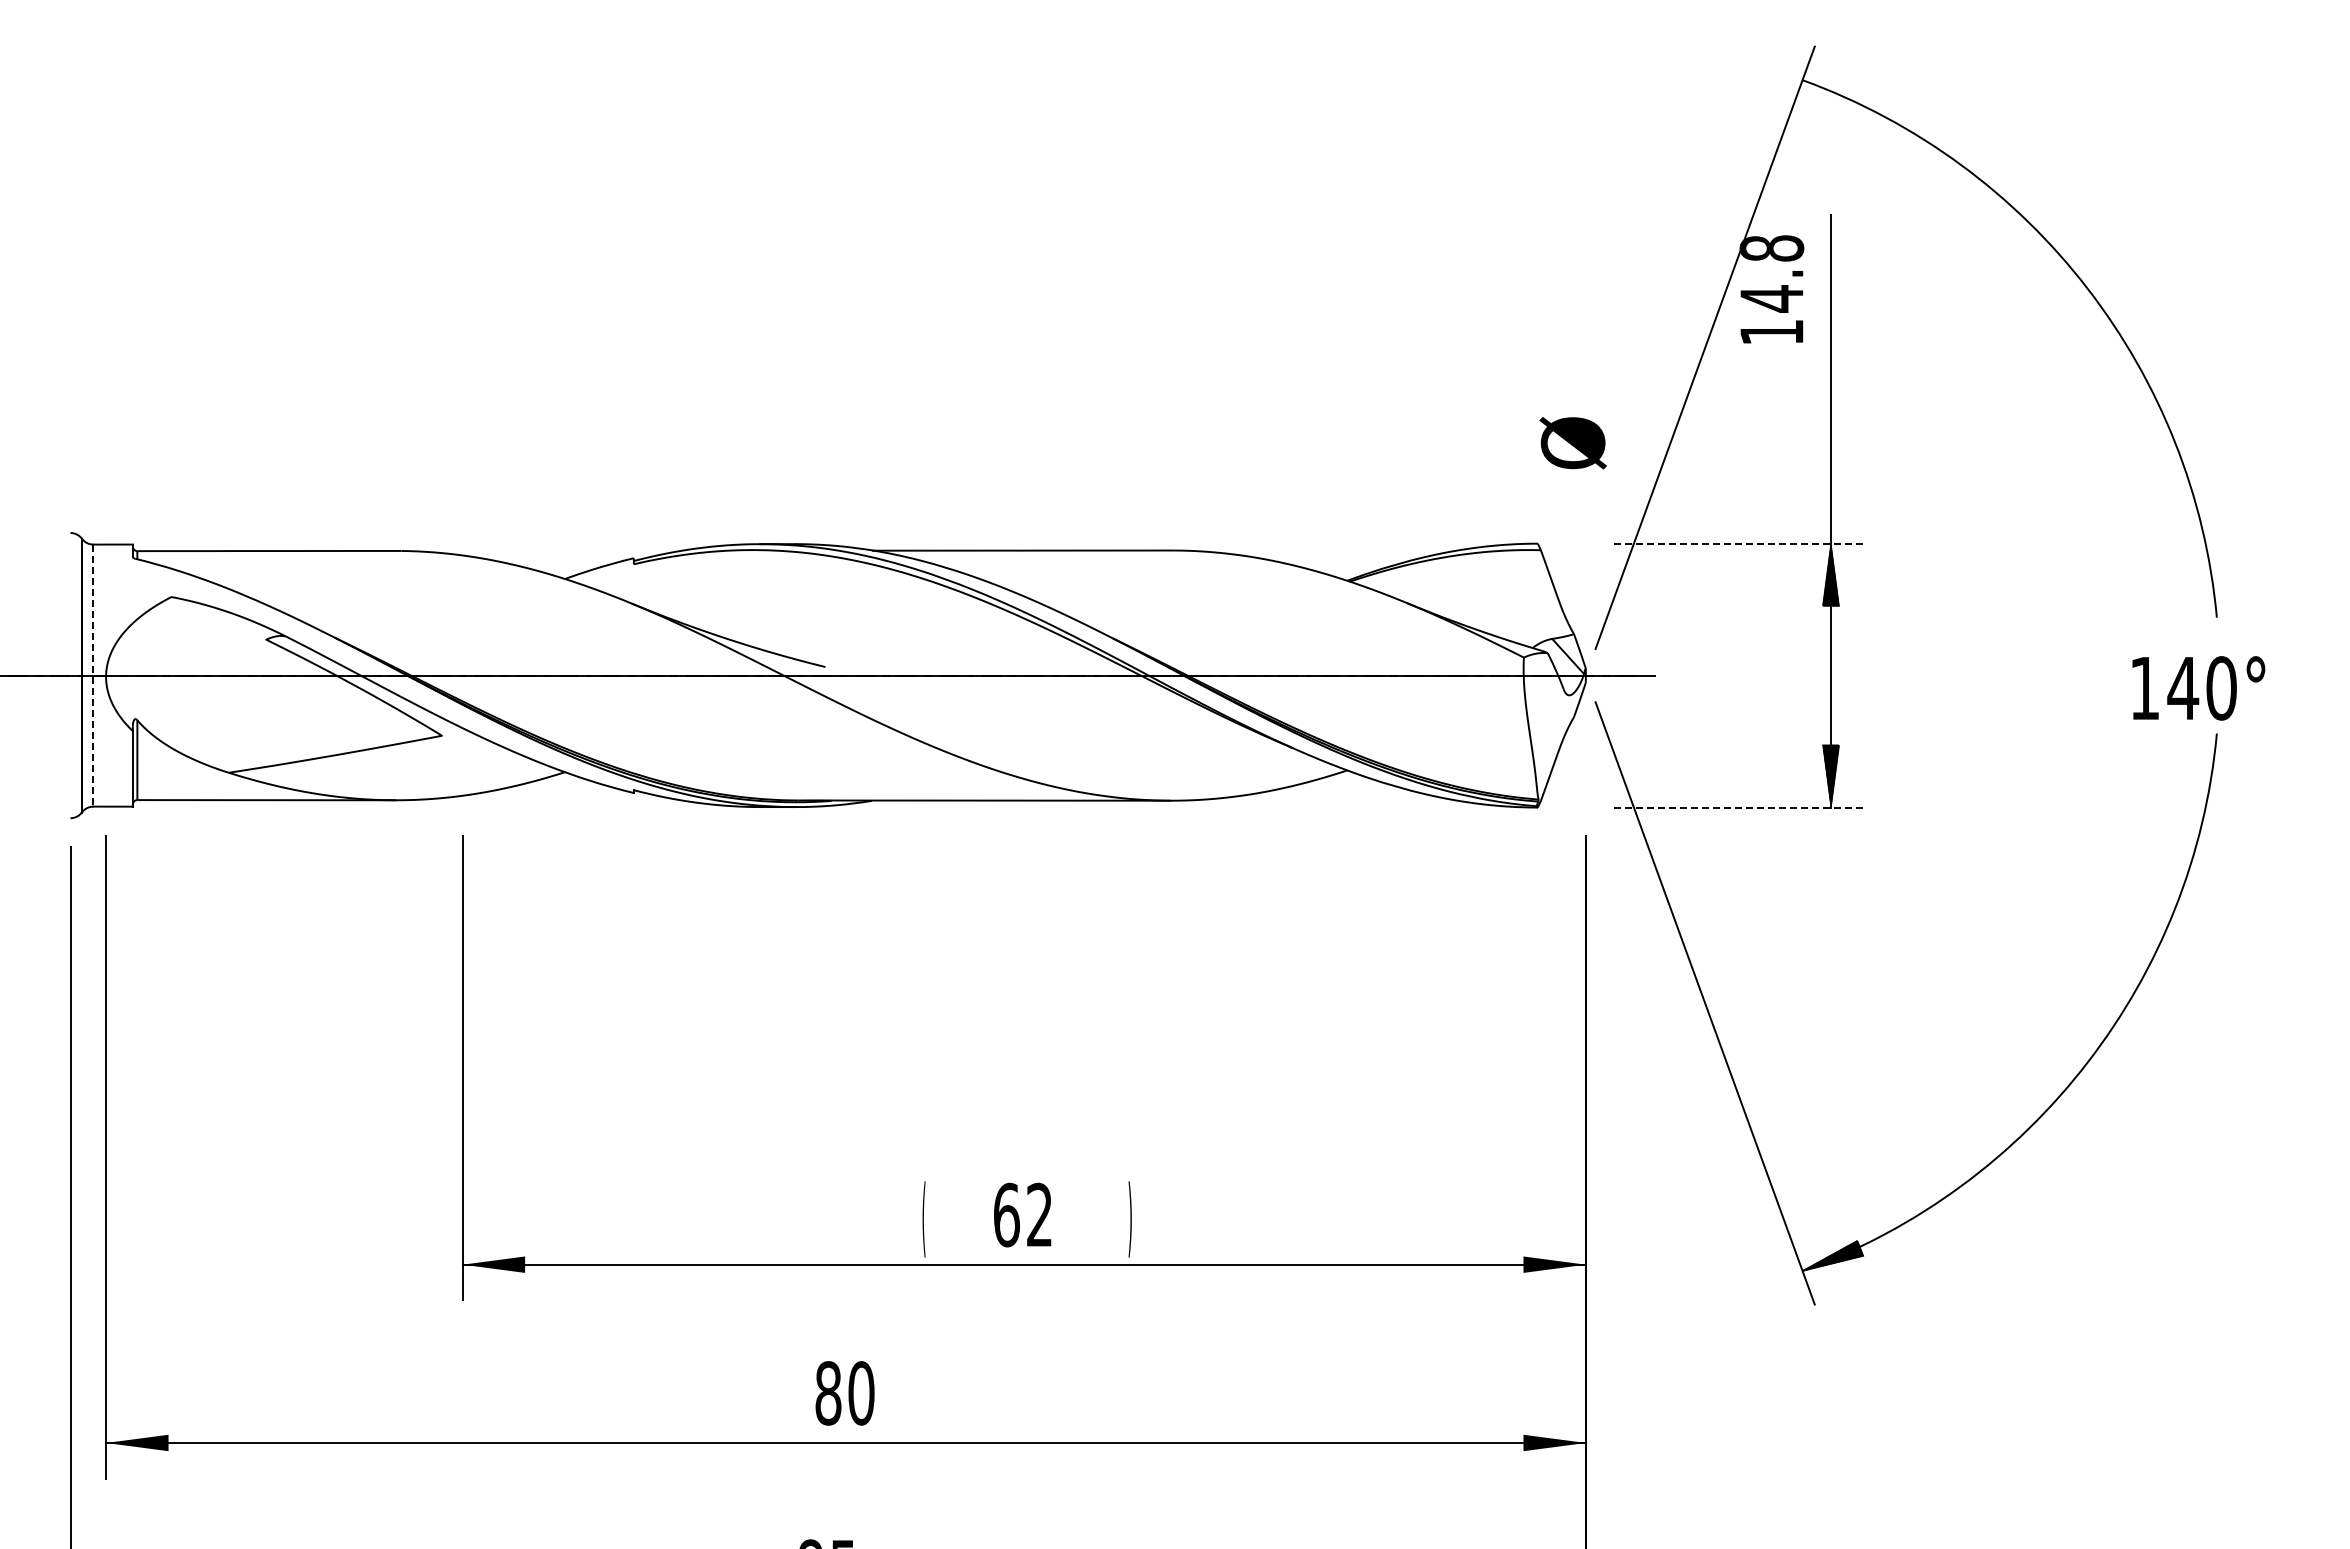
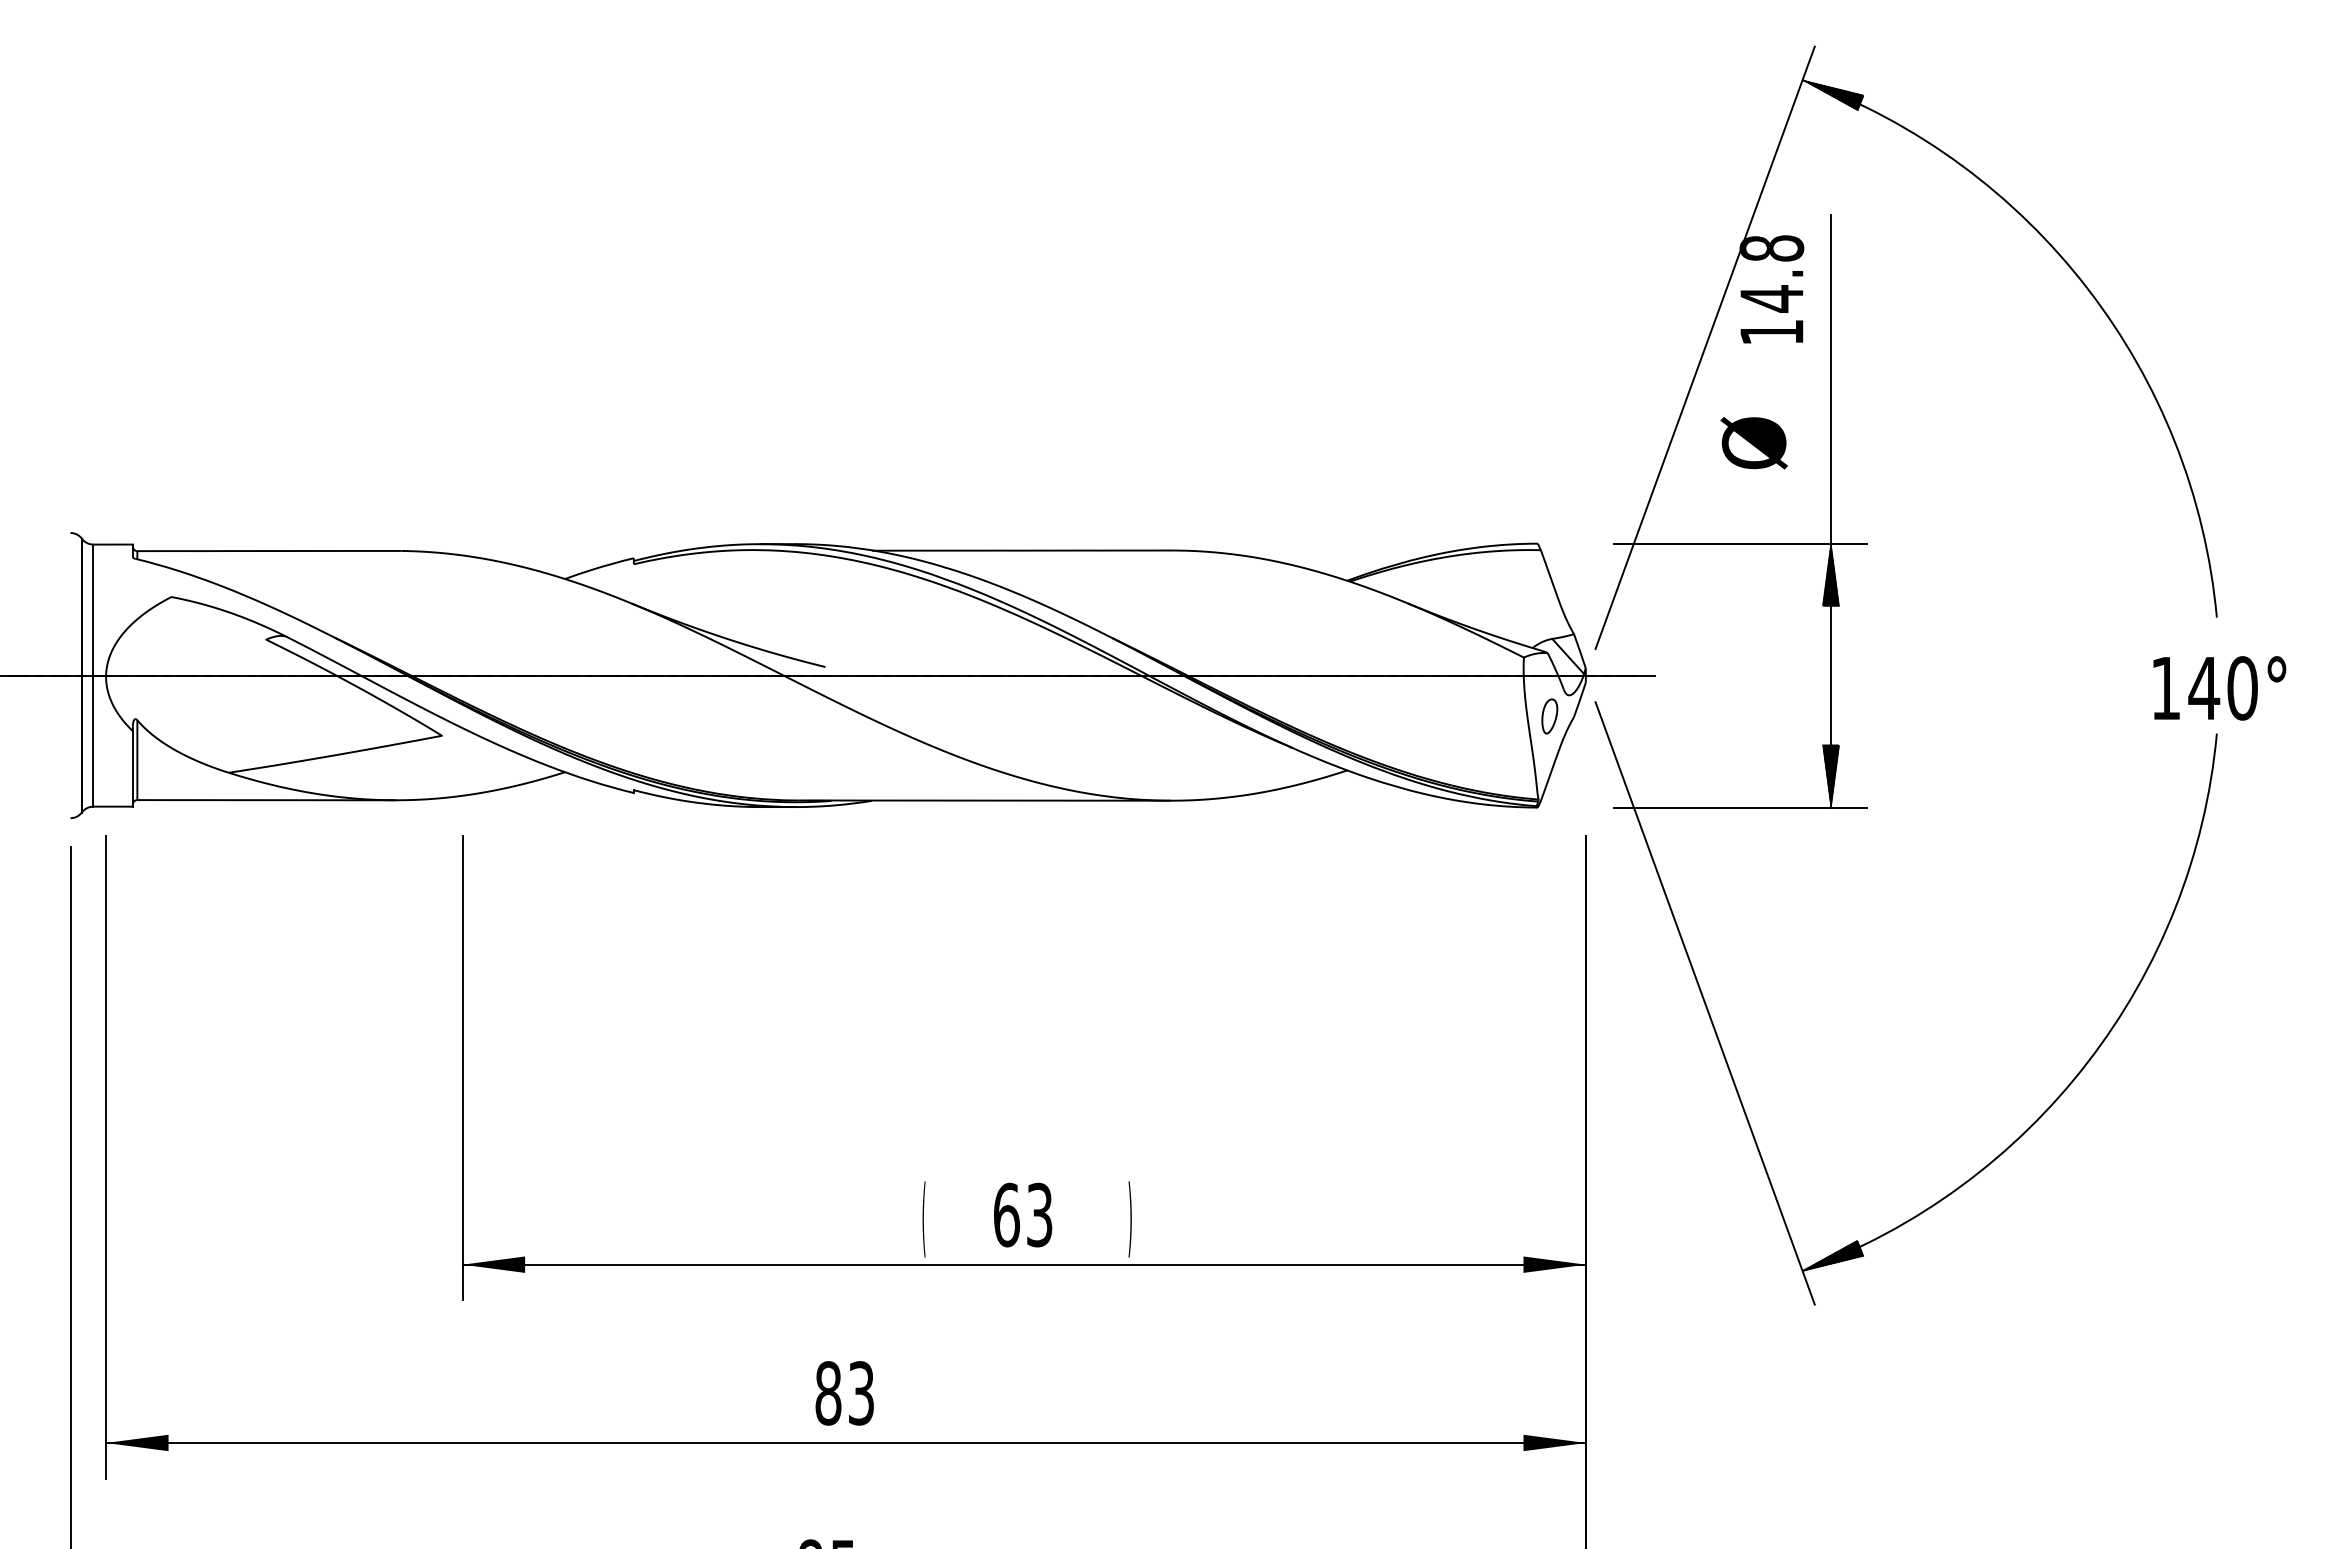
hatch at (1832, 95): none -> present
text at (1572, 443) position: (1572, 443) -> (1753, 443)
line at (1740, 543): dashed -> solid
line at (93, 676): dashed -> solid
text at (2198, 688) position: (2198, 688) -> (2219, 688)
part at (1549, 716): none -> present
line at (1740, 807): dashed -> solid
text at (1039, 1215): 62 -> 63
text at (861, 1393): 80 -> 83
